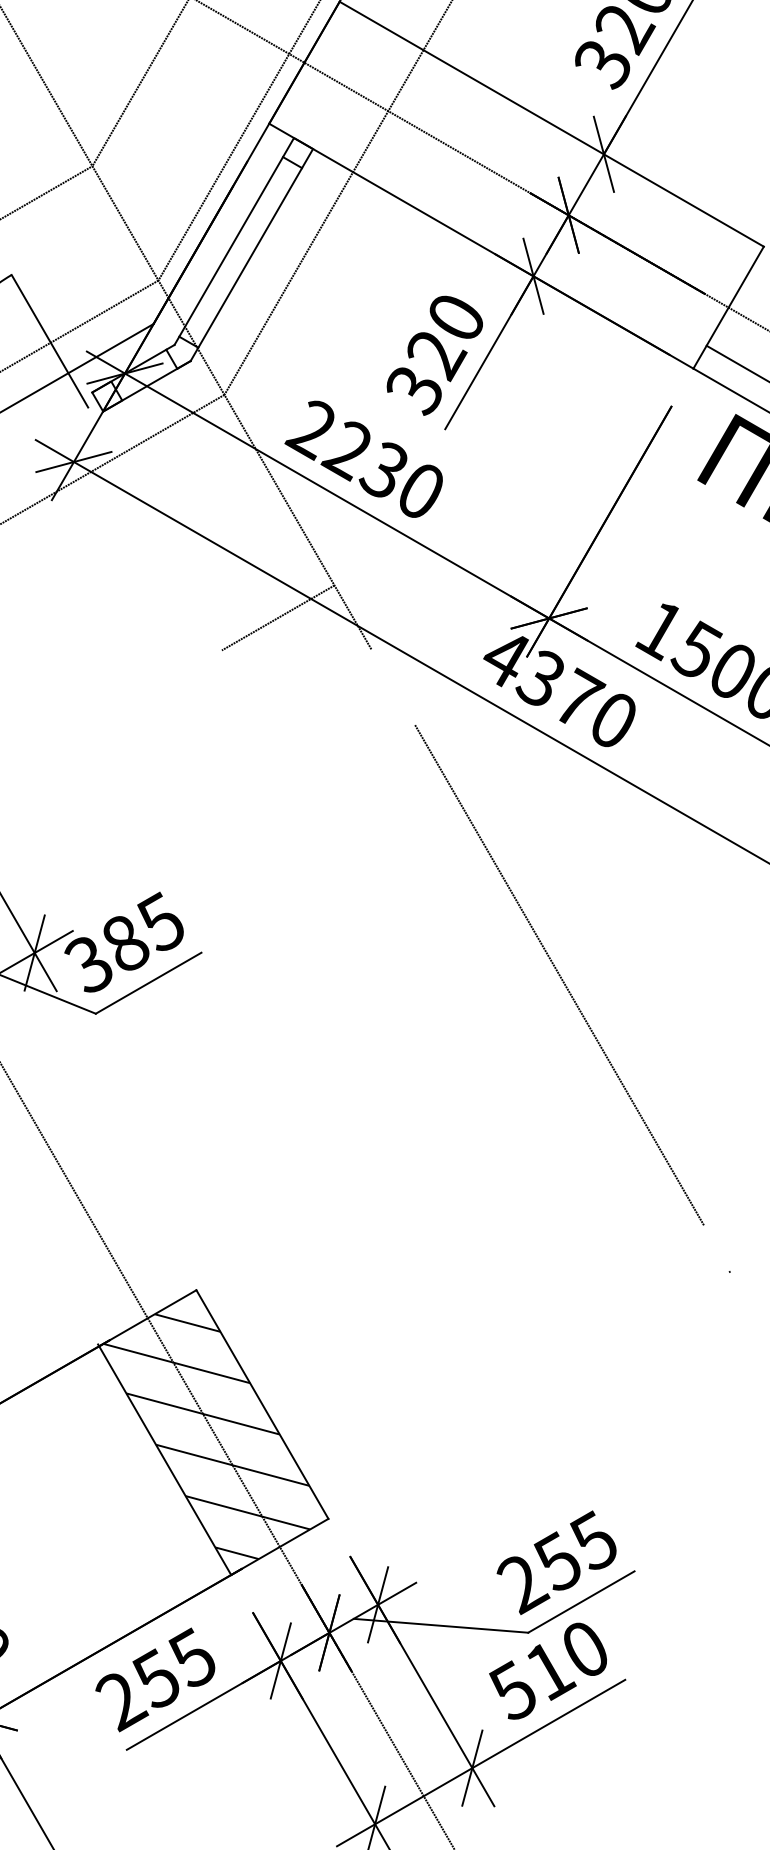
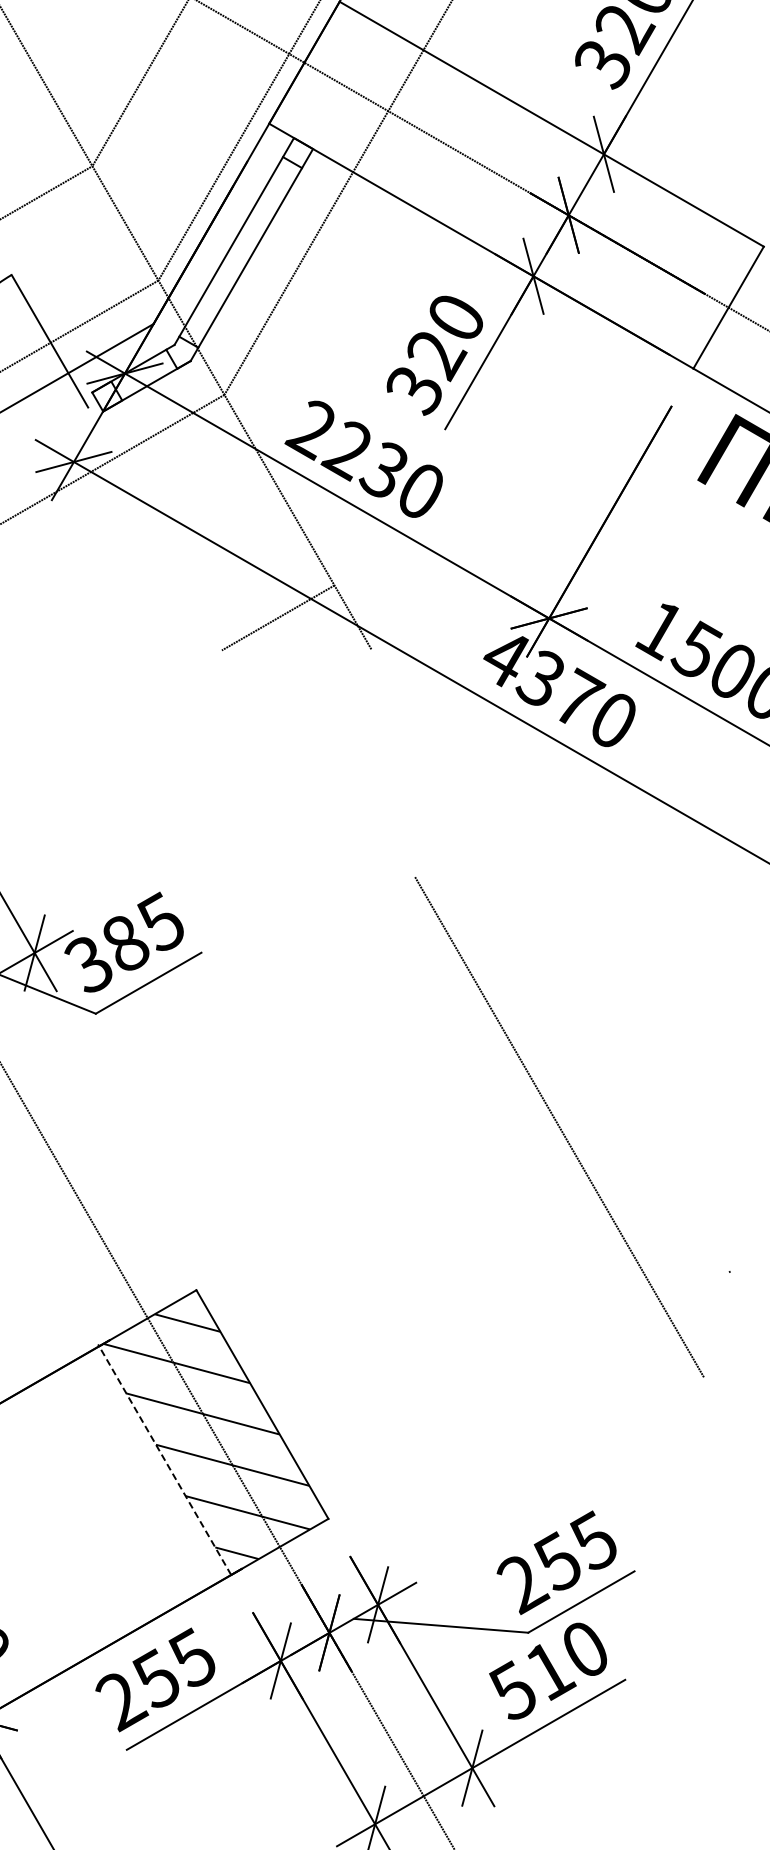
line at (736, 362): present -> none
line at (559, 975) position: (559, 975) -> (559, 1127)
line at (164, 1459): solid -> dashed
